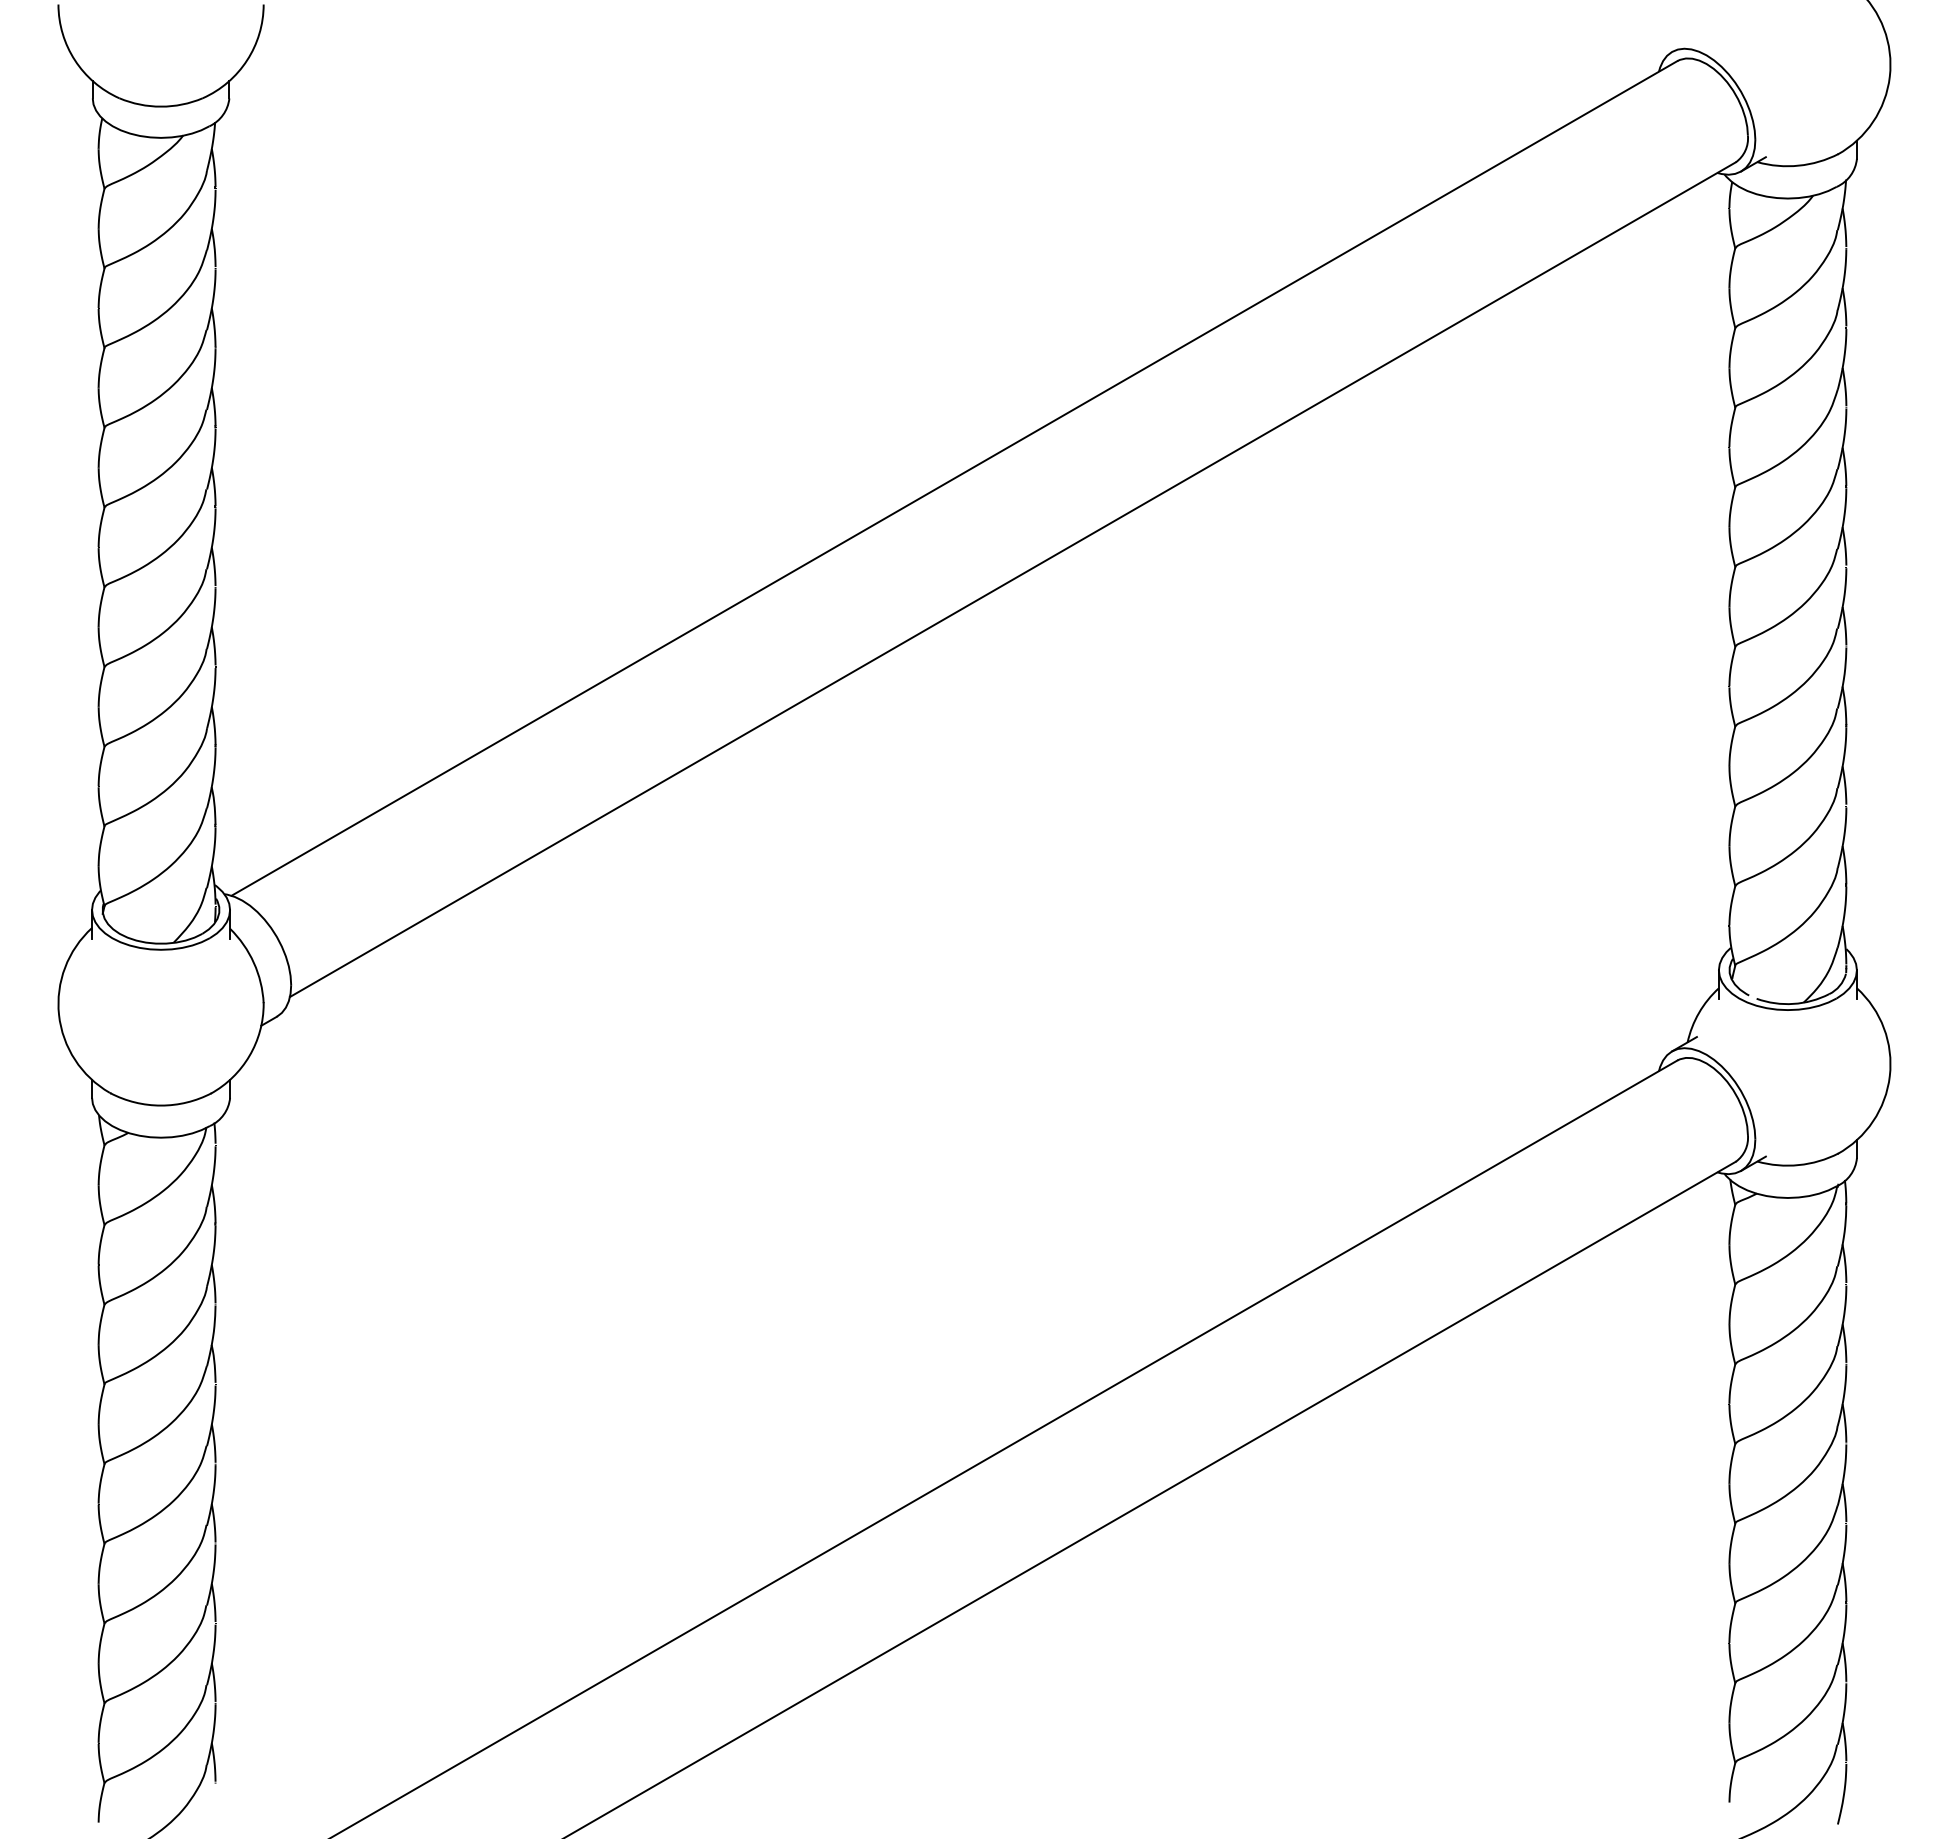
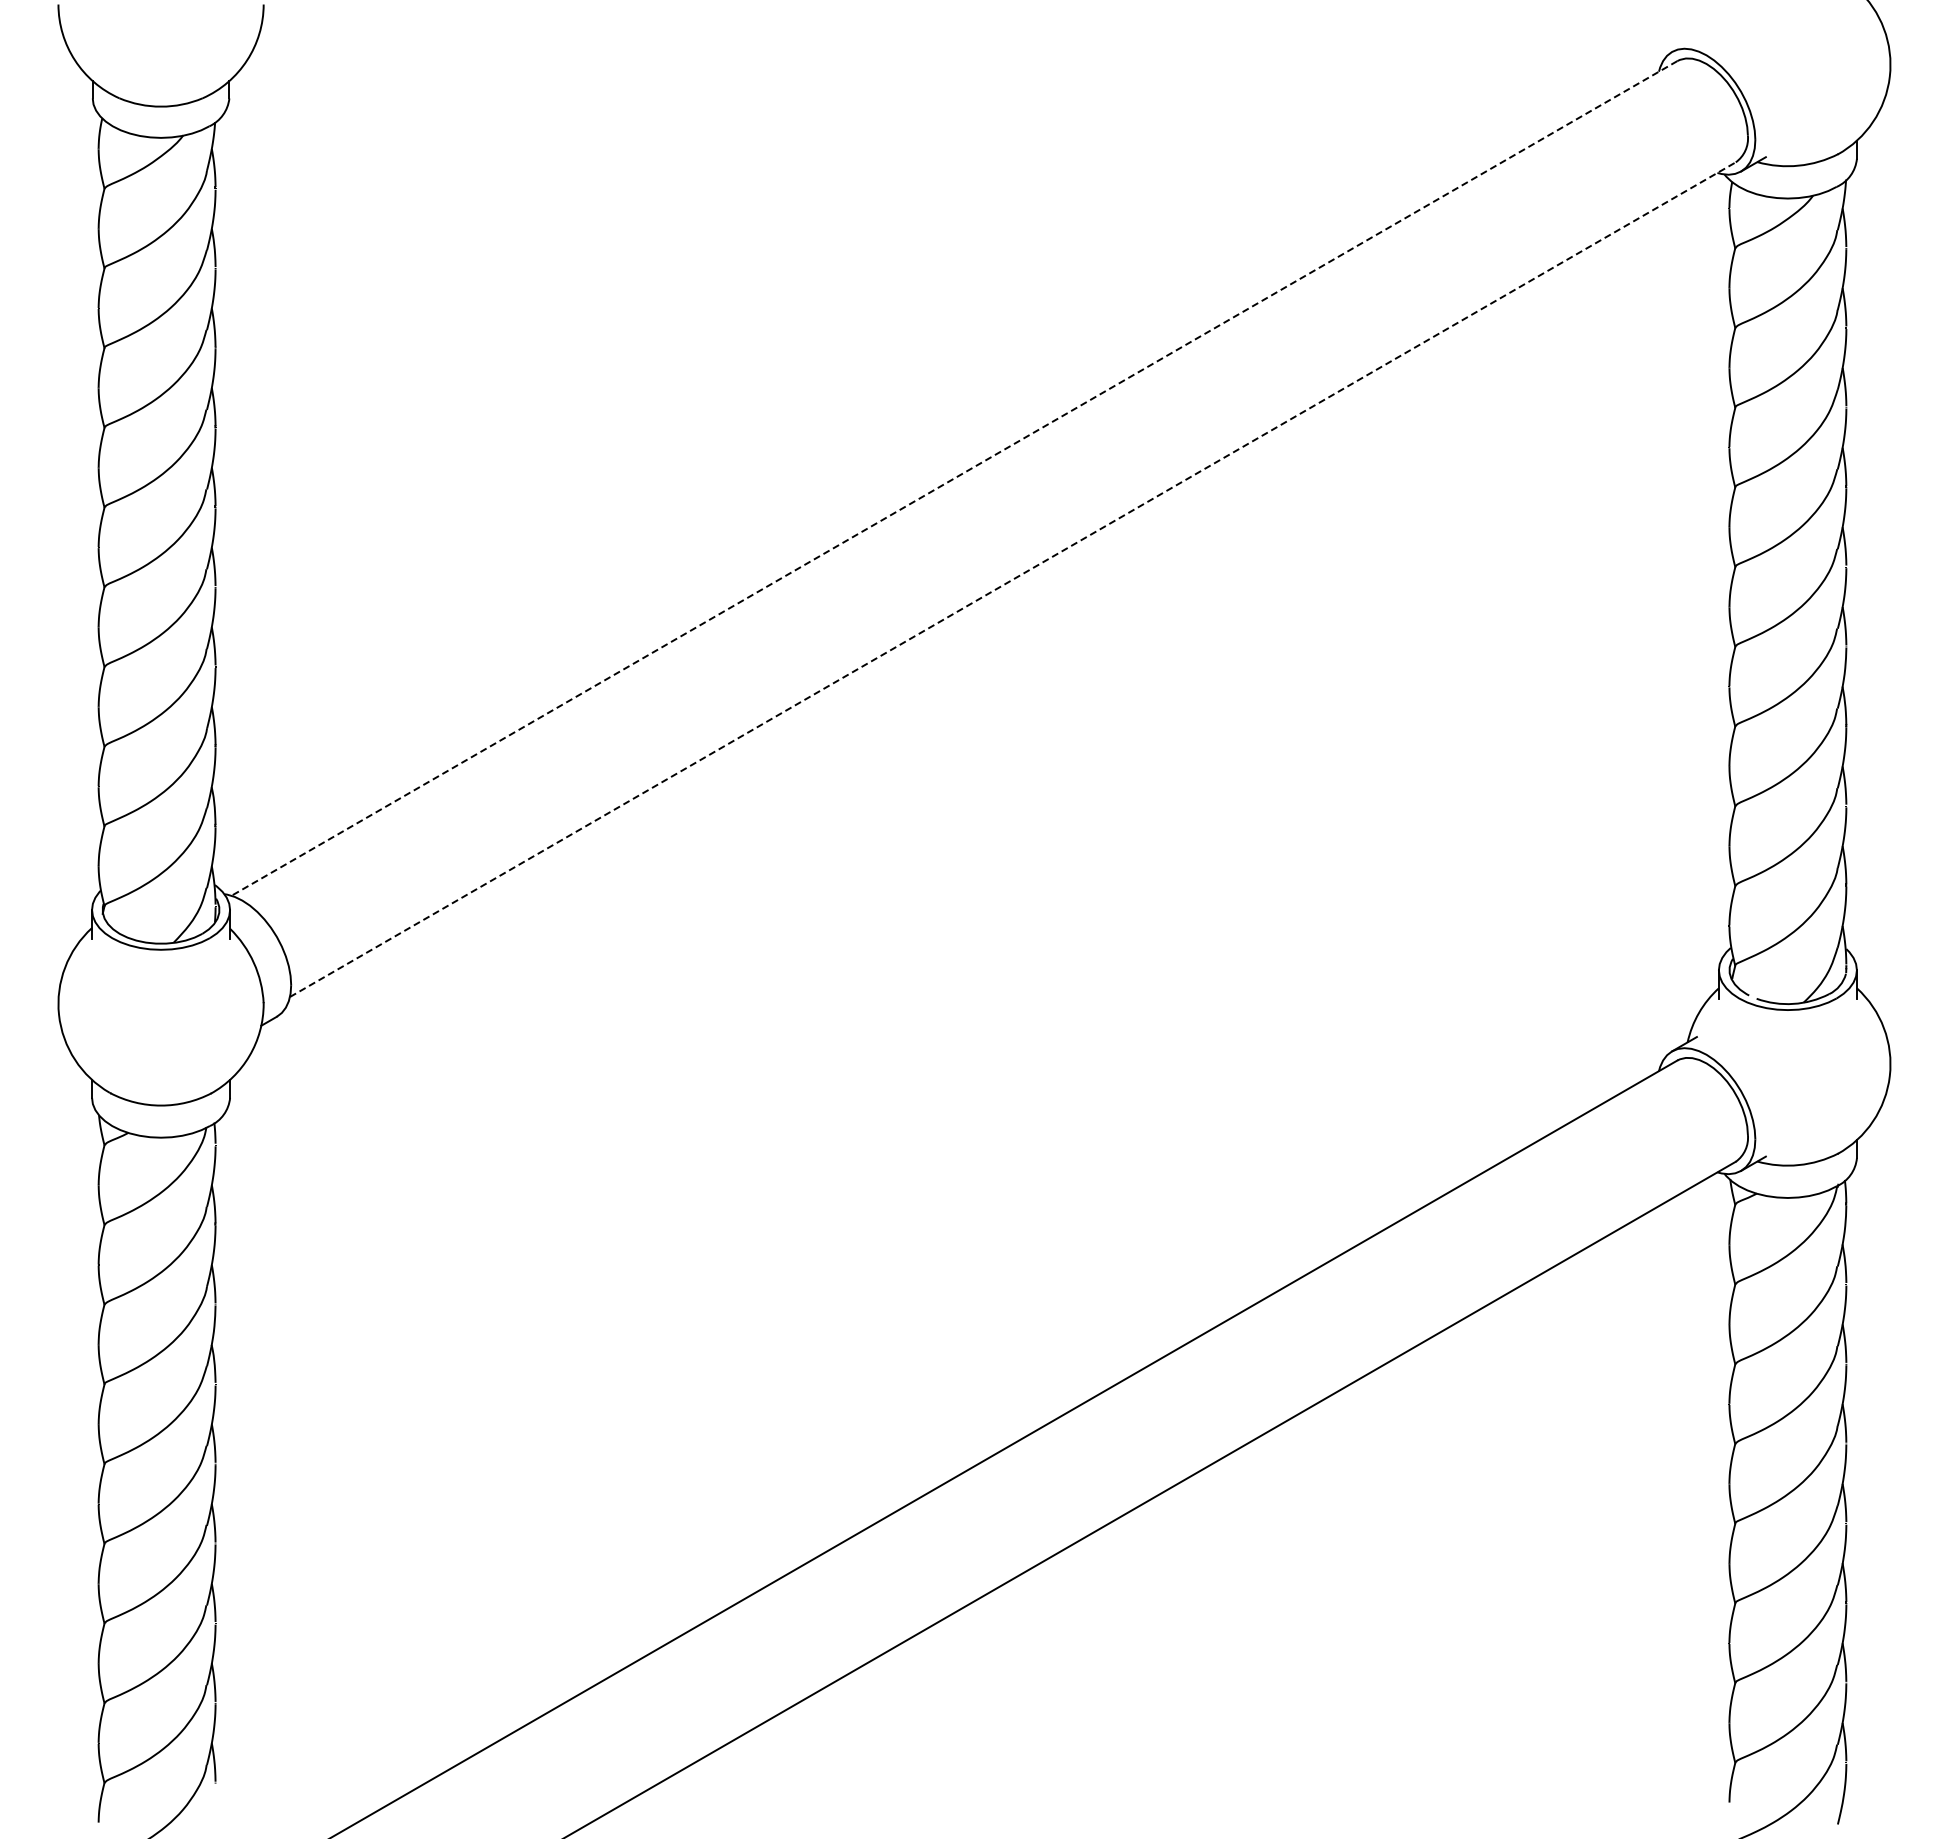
line at (954, 478): solid -> dashed
line at (1012, 579): solid -> dashed
